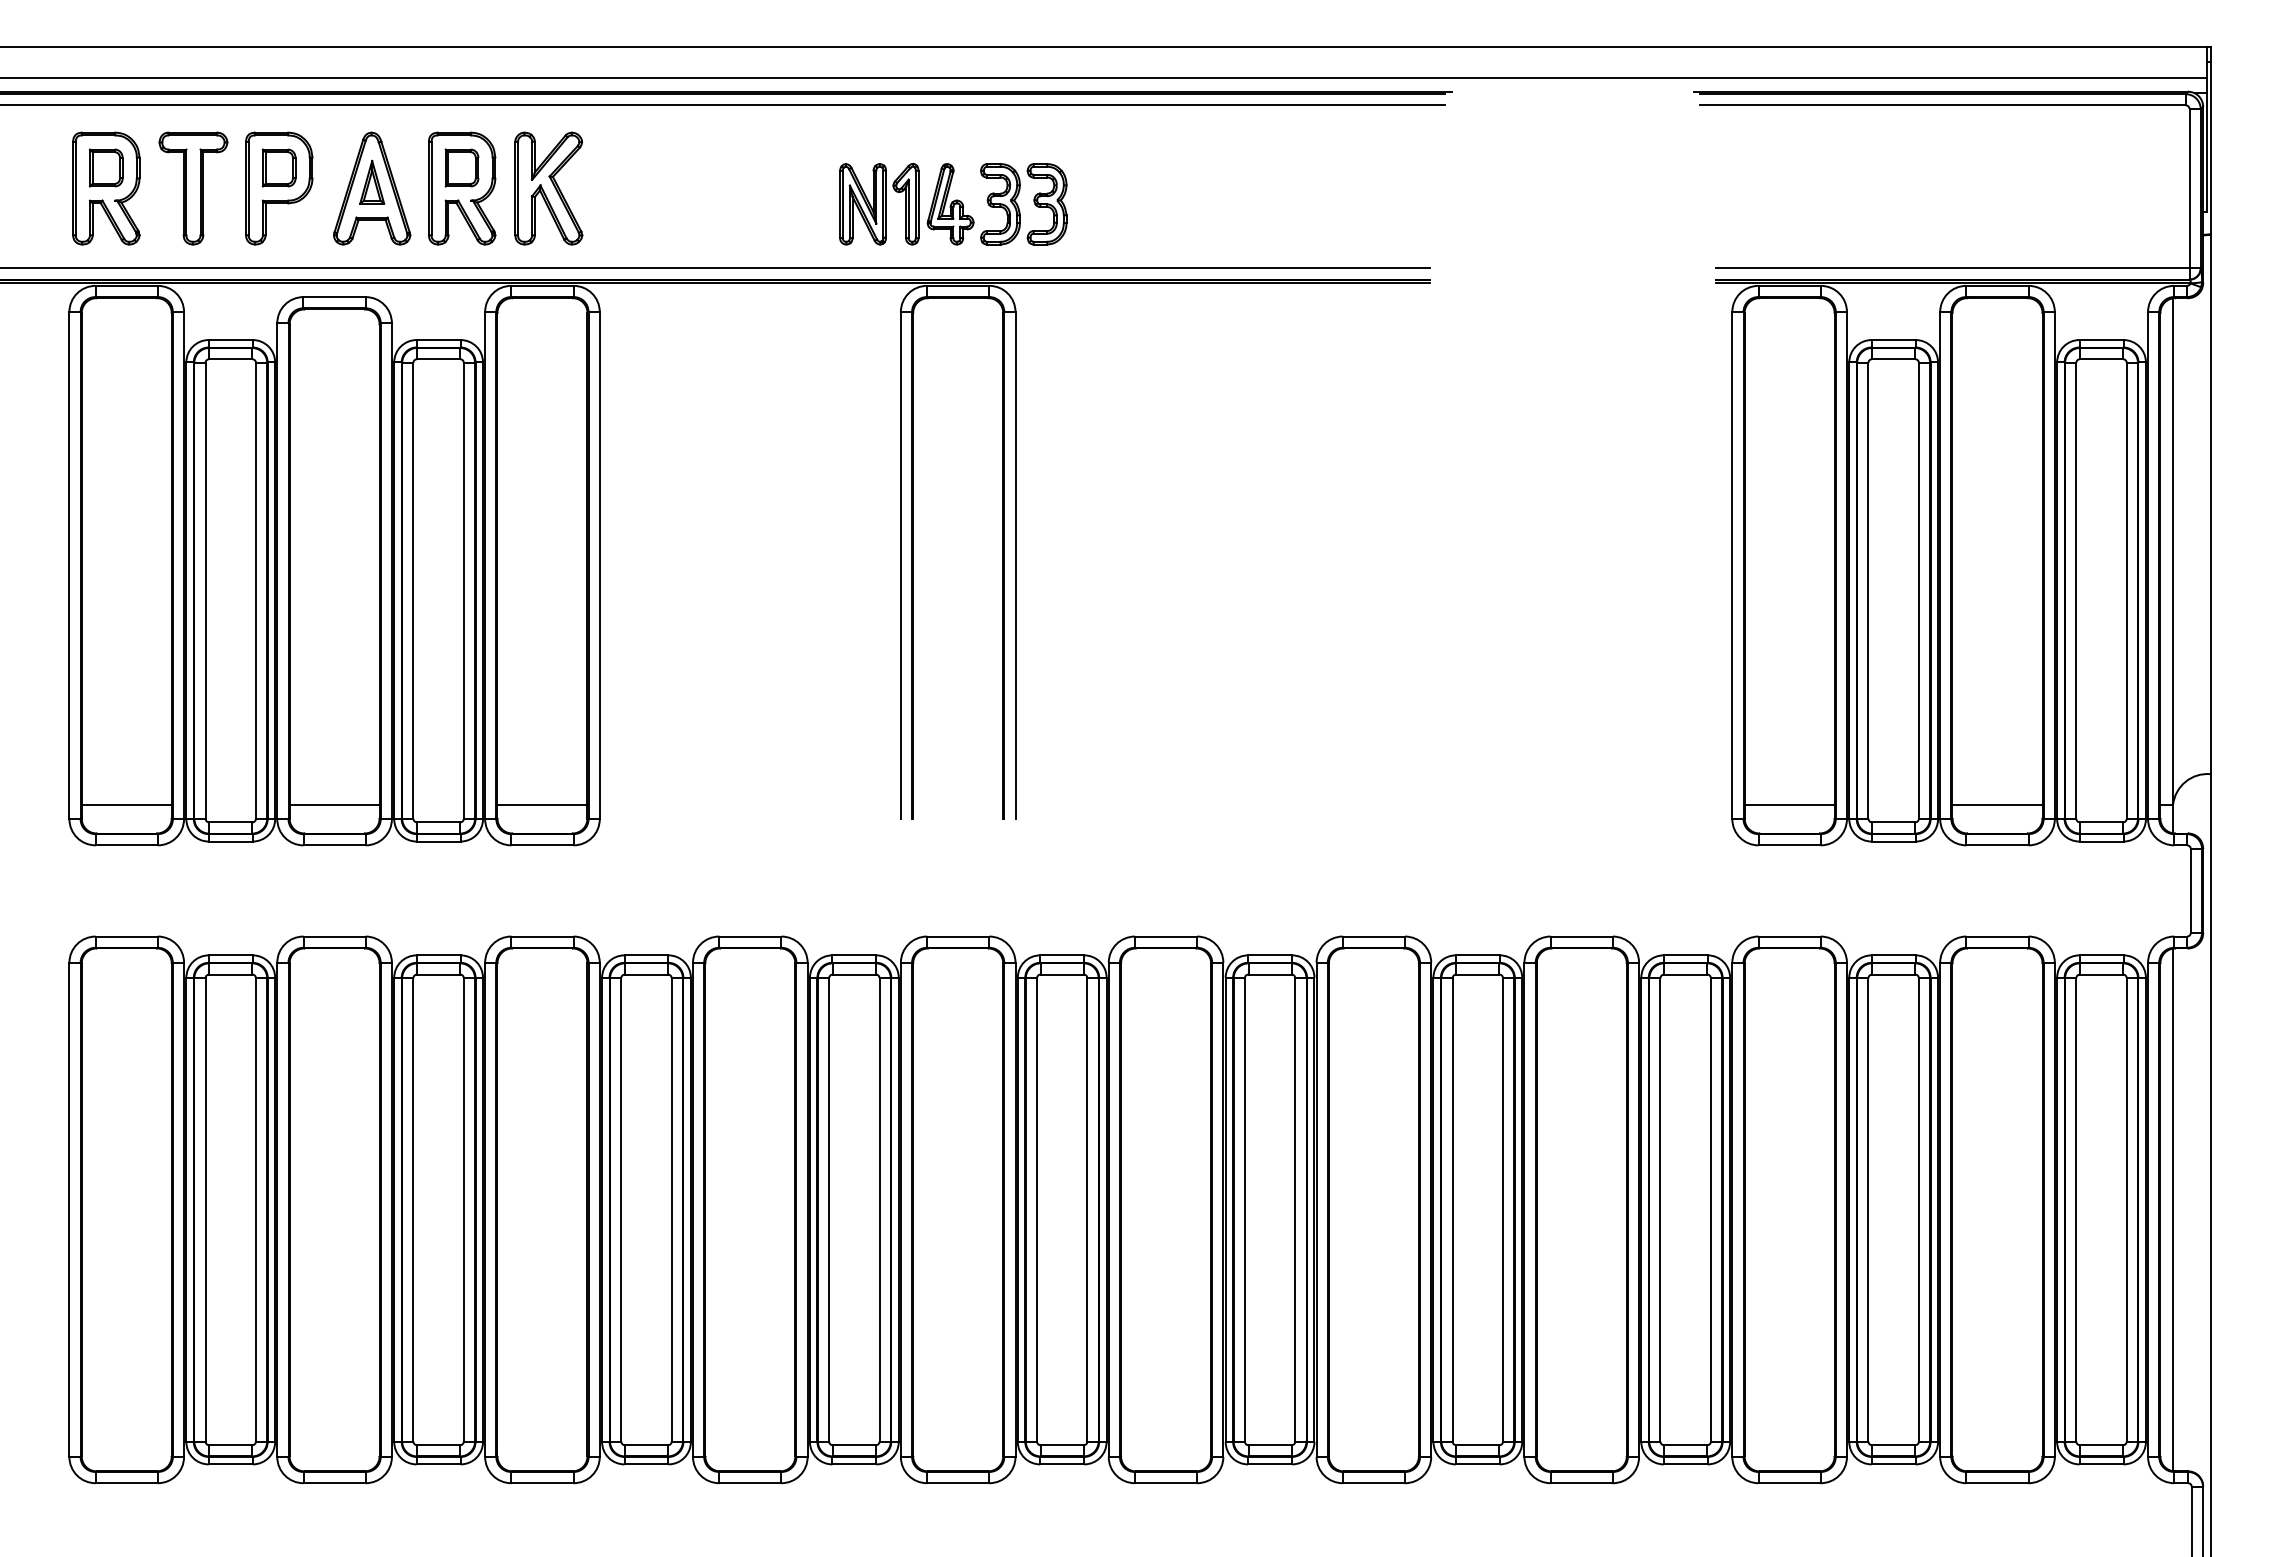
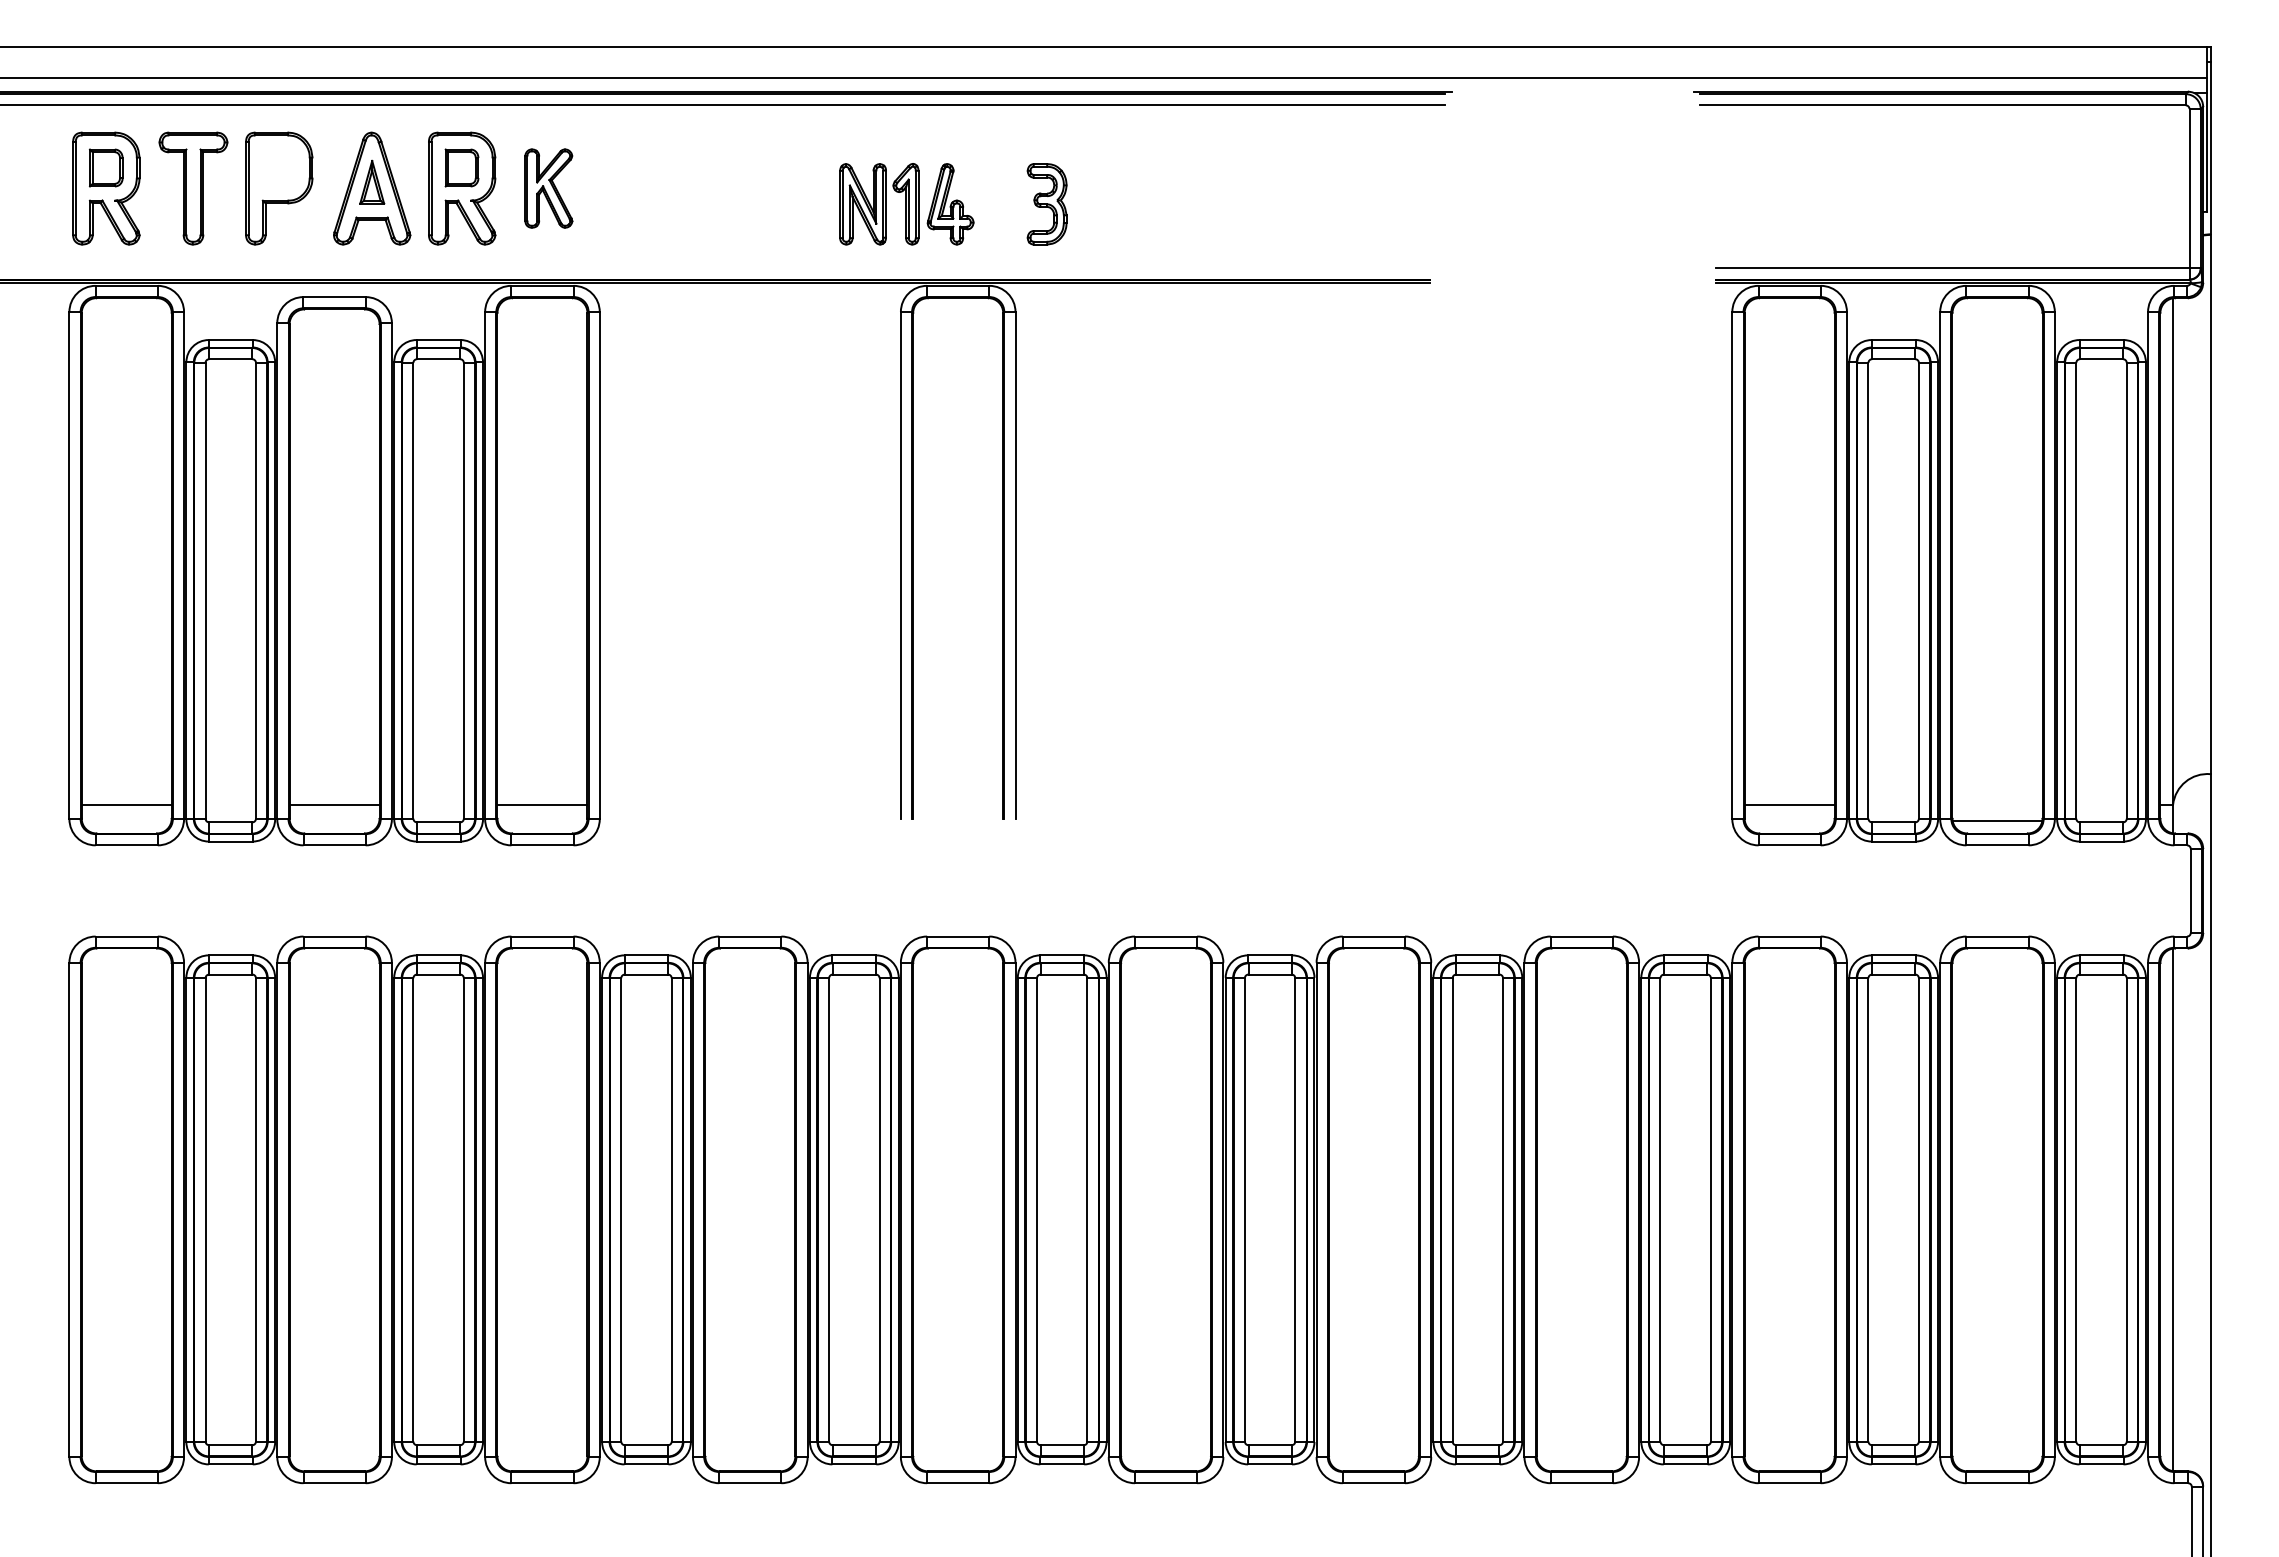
part at (278, 167): present -> none
part at (548, 188) size: 70x115 px -> 50x81 px
part at (1000, 204): present -> none
line at (716, 268): present -> none
line at (1997, 804) position: (1997, 804) -> (1997, 820)
